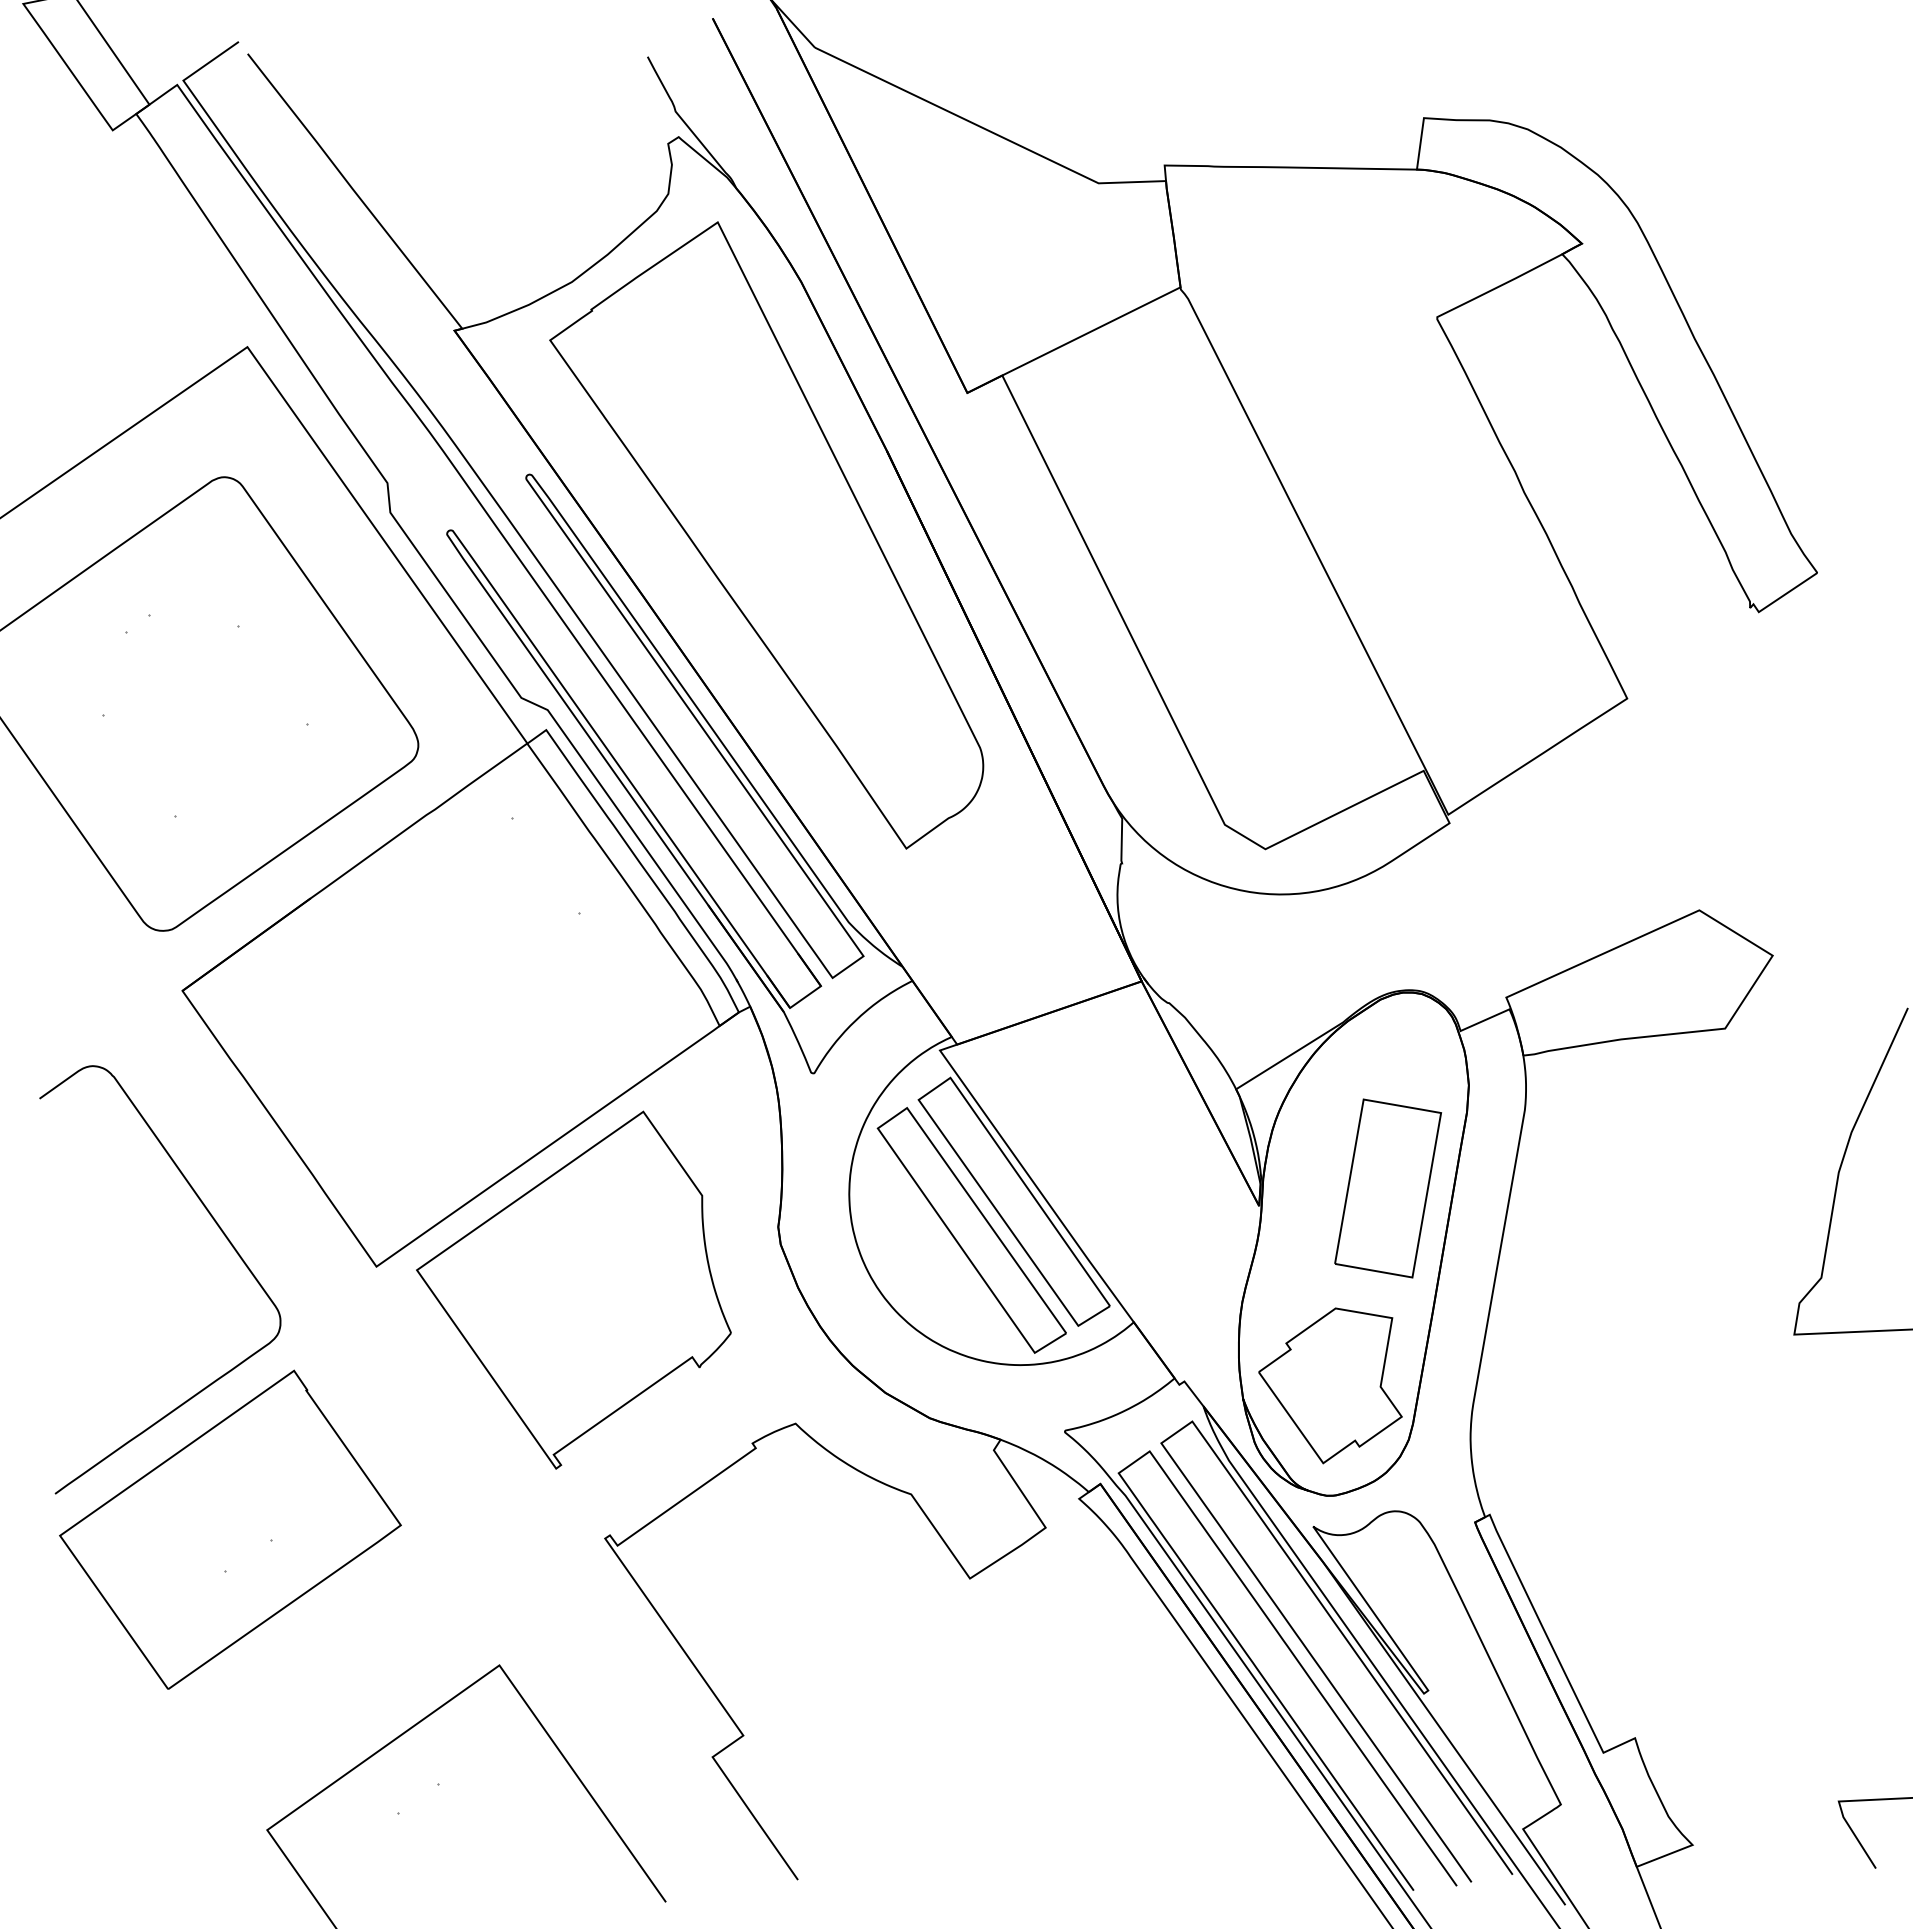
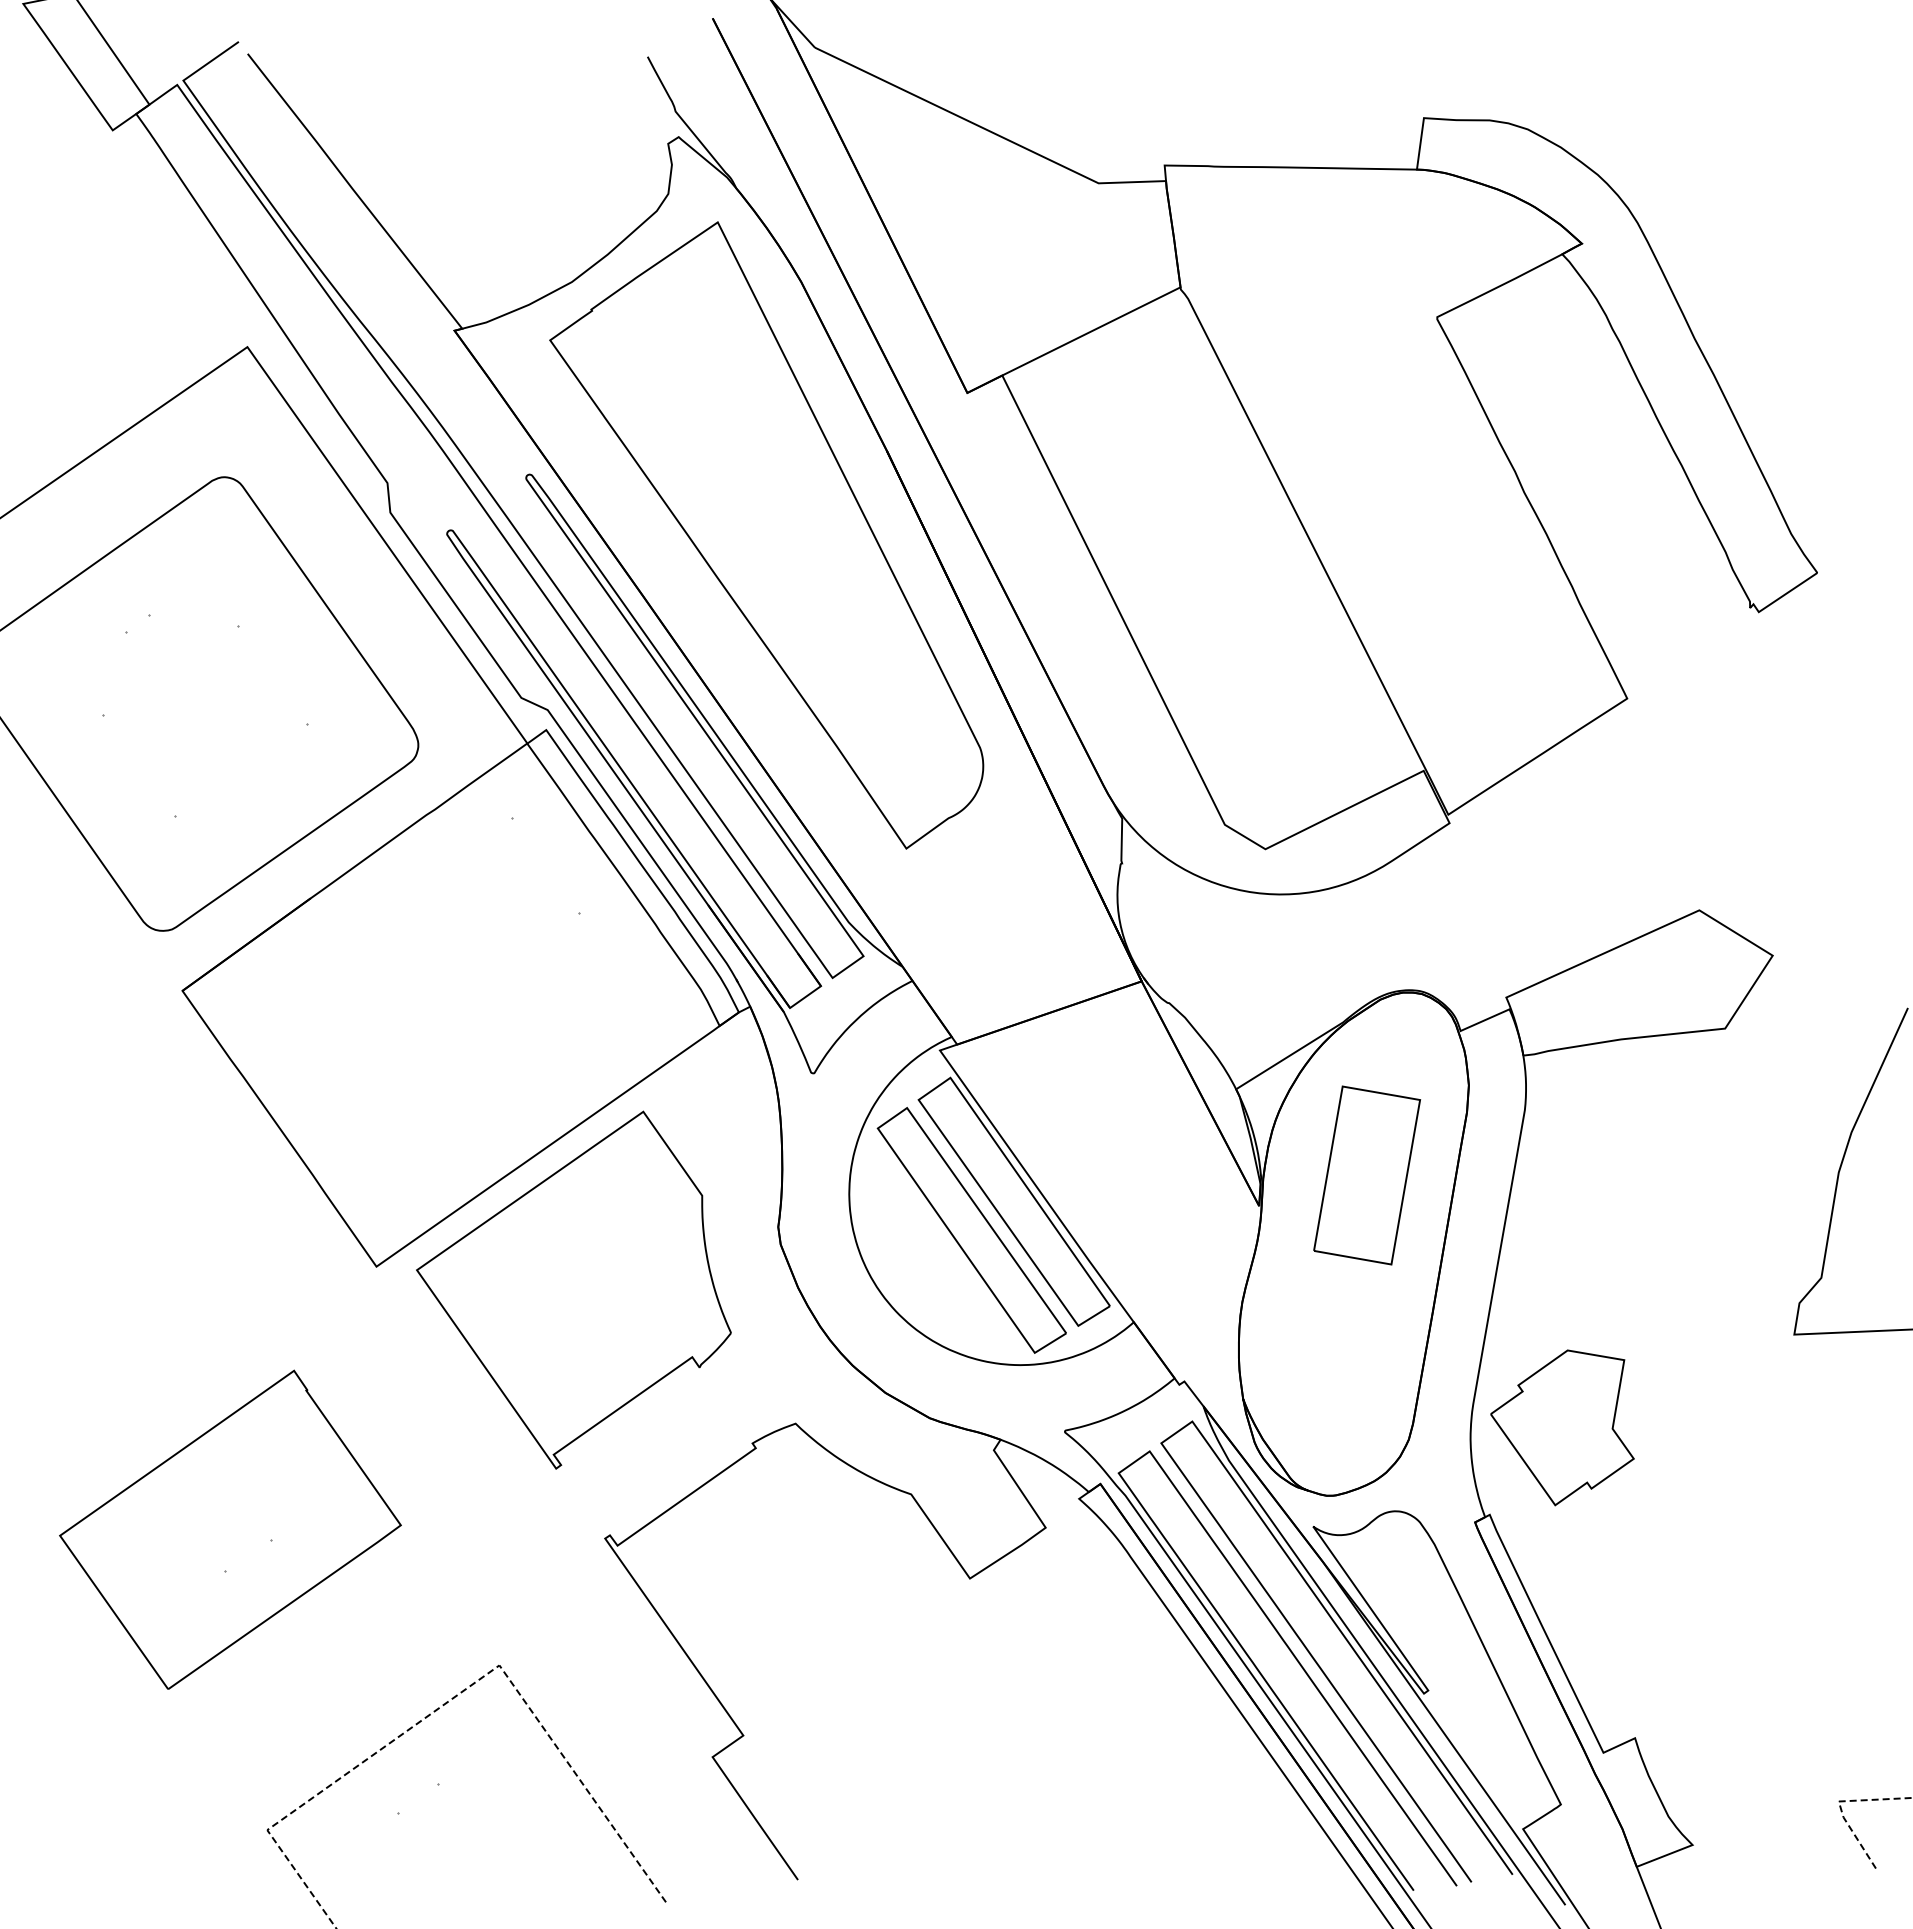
part at (1388, 1188) position: (1388, 1188) -> (1367, 1175)
curve at (222, 1233): present -> none
part at (1330, 1385) position: (1330, 1385) -> (1562, 1427)
line at (452, 1698): solid -> dashed
line at (1839, 1803): solid -> dashed
